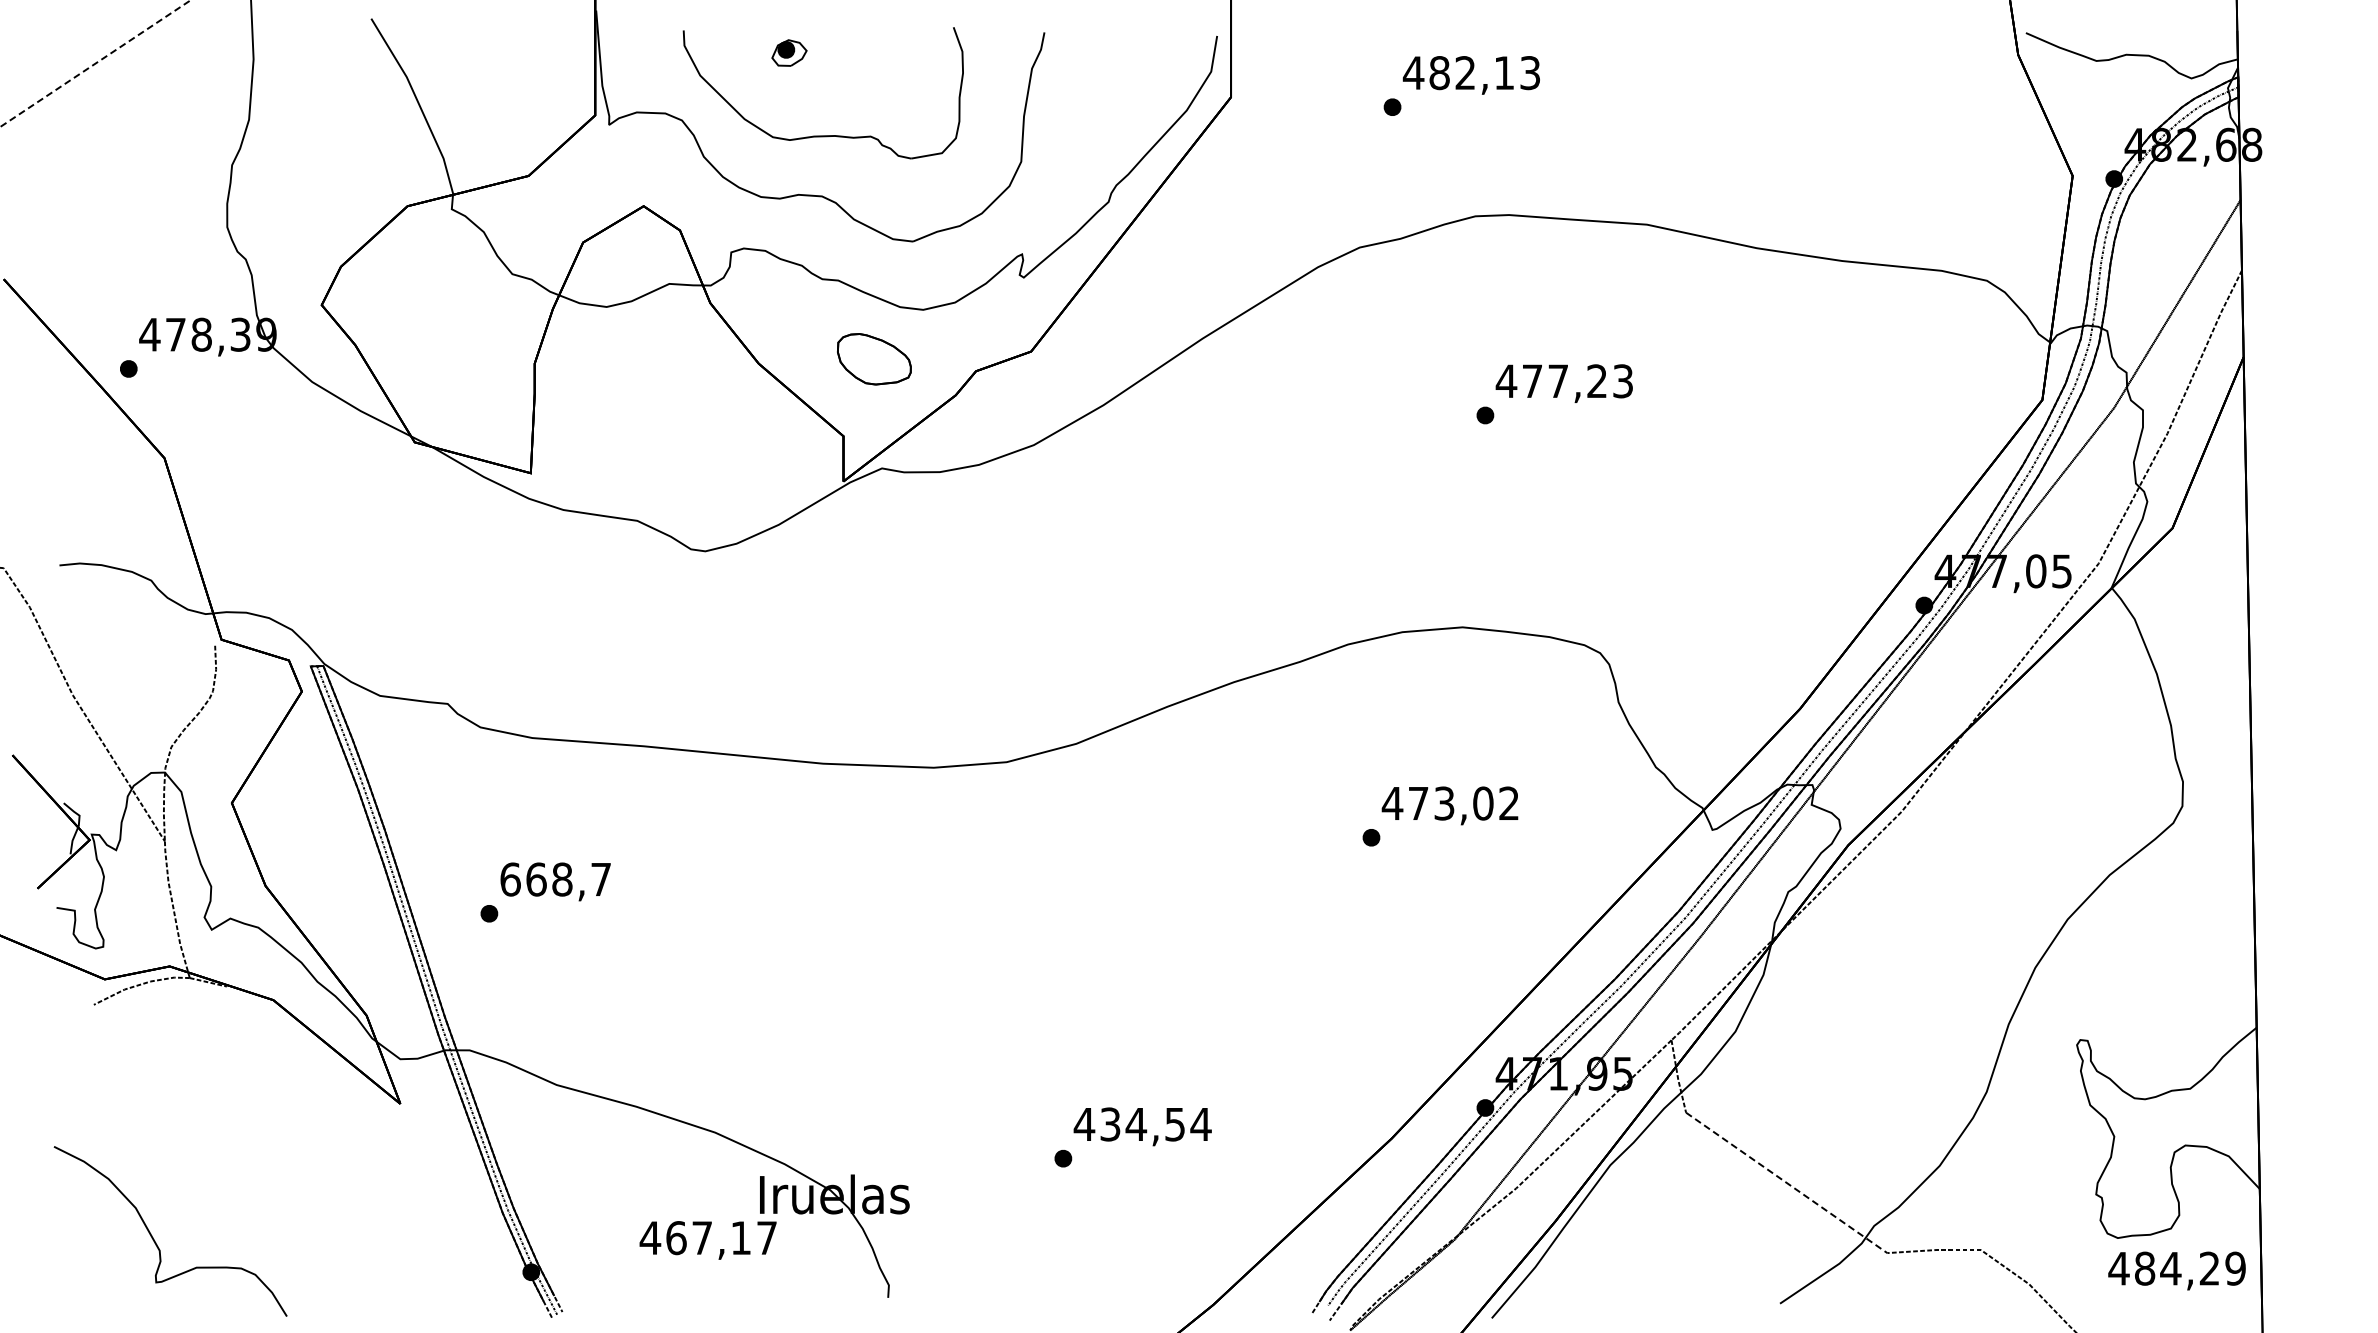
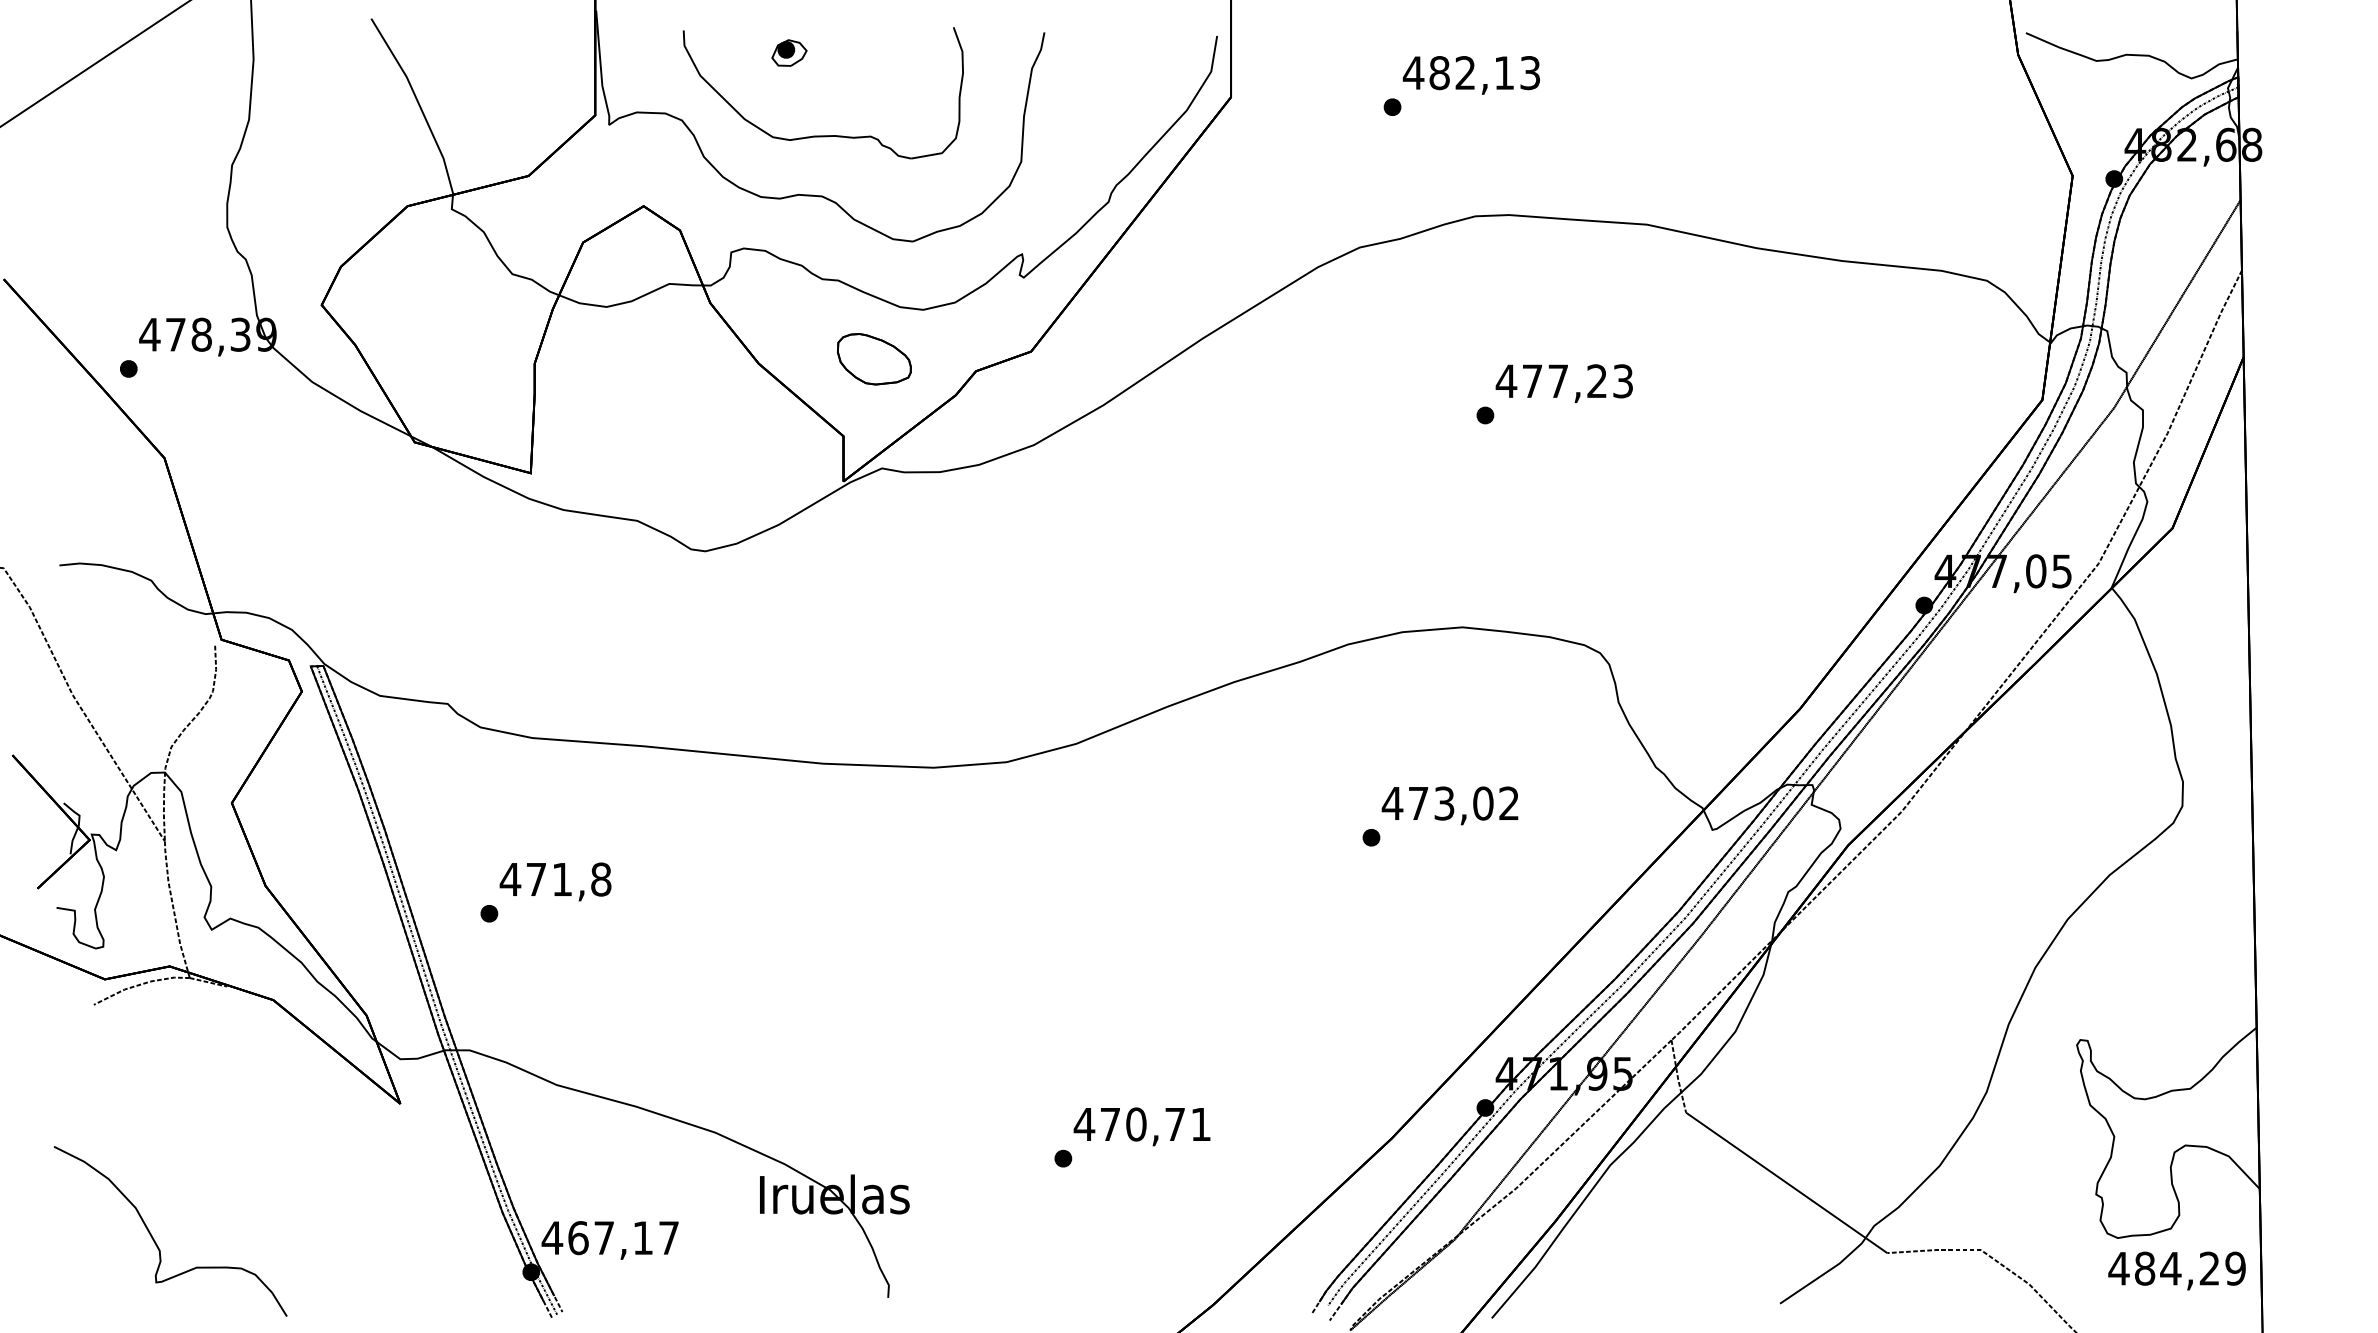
line at (95, 63): dashed -> solid
text at (555, 879): 668,7 -> 471,8
text at (1155, 1124): 434,54 -> 470,71
line at (1786, 1182): dashed -> solid
text at (707, 1240) position: (707, 1240) -> (609, 1240)
